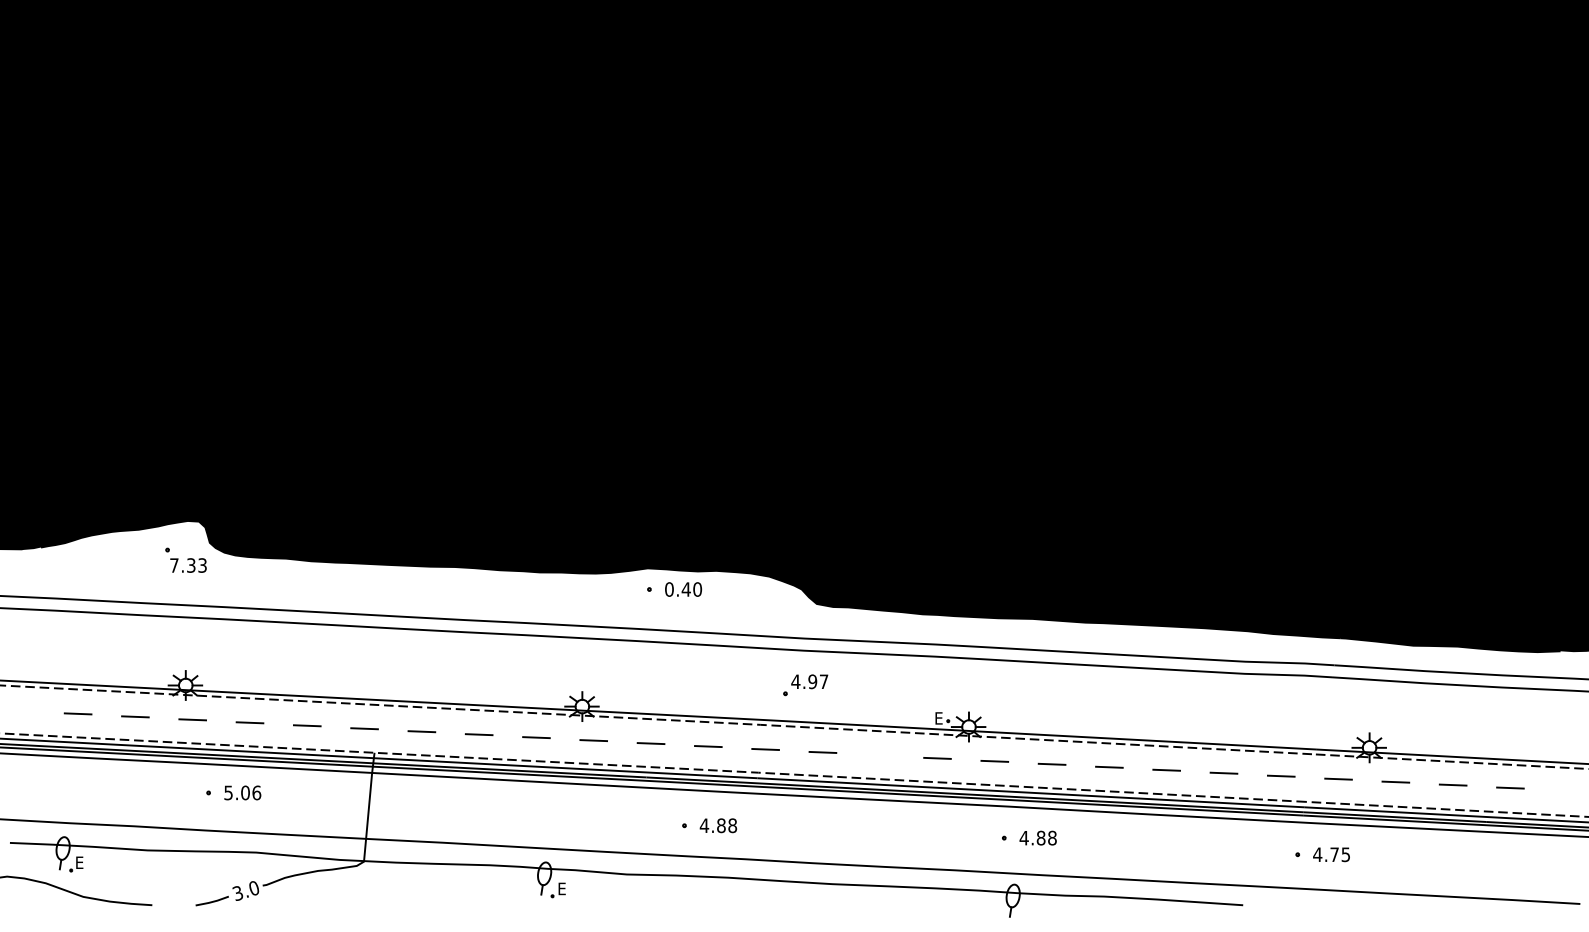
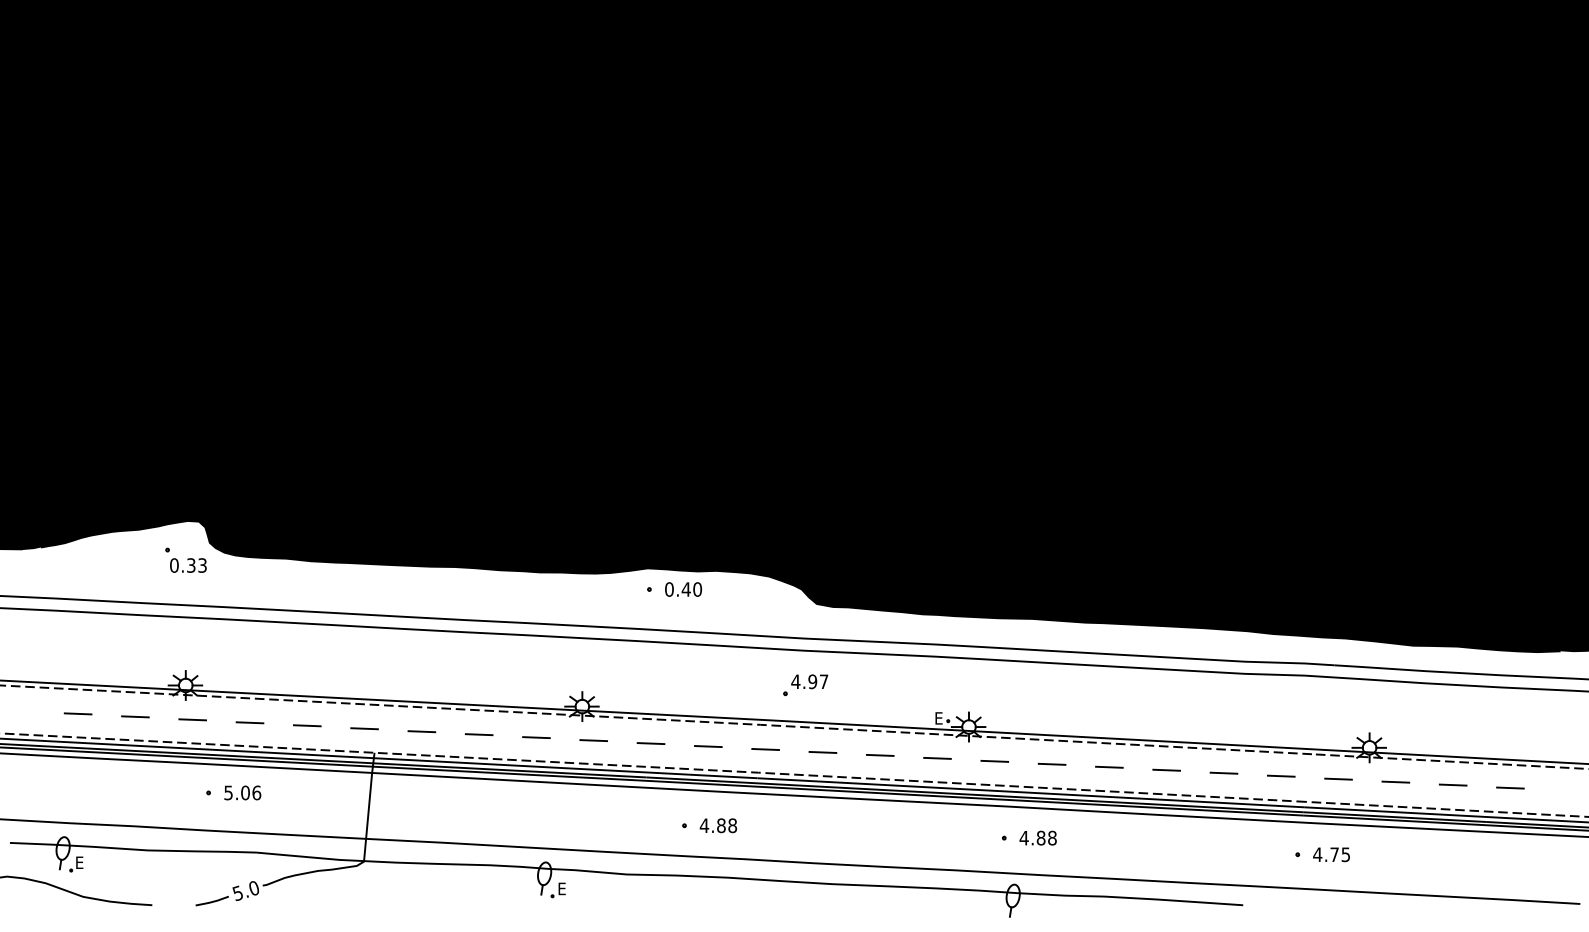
text at (174, 565): 7.33 -> 0.33
line at (880, 755): none -> present
text at (237, 891): 3.0 -> 5.0
